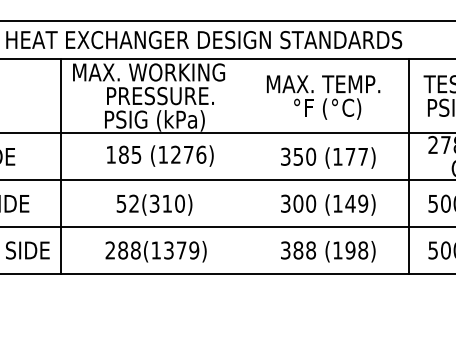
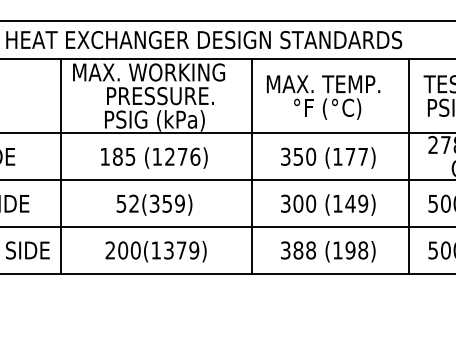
text at (160, 155) position: (160, 155) -> (154, 157)
line at (252, 165): none -> present
text at (173, 203): 52(310) -> 52(359)
text at (129, 250): 288(1379) -> 200(1379)
